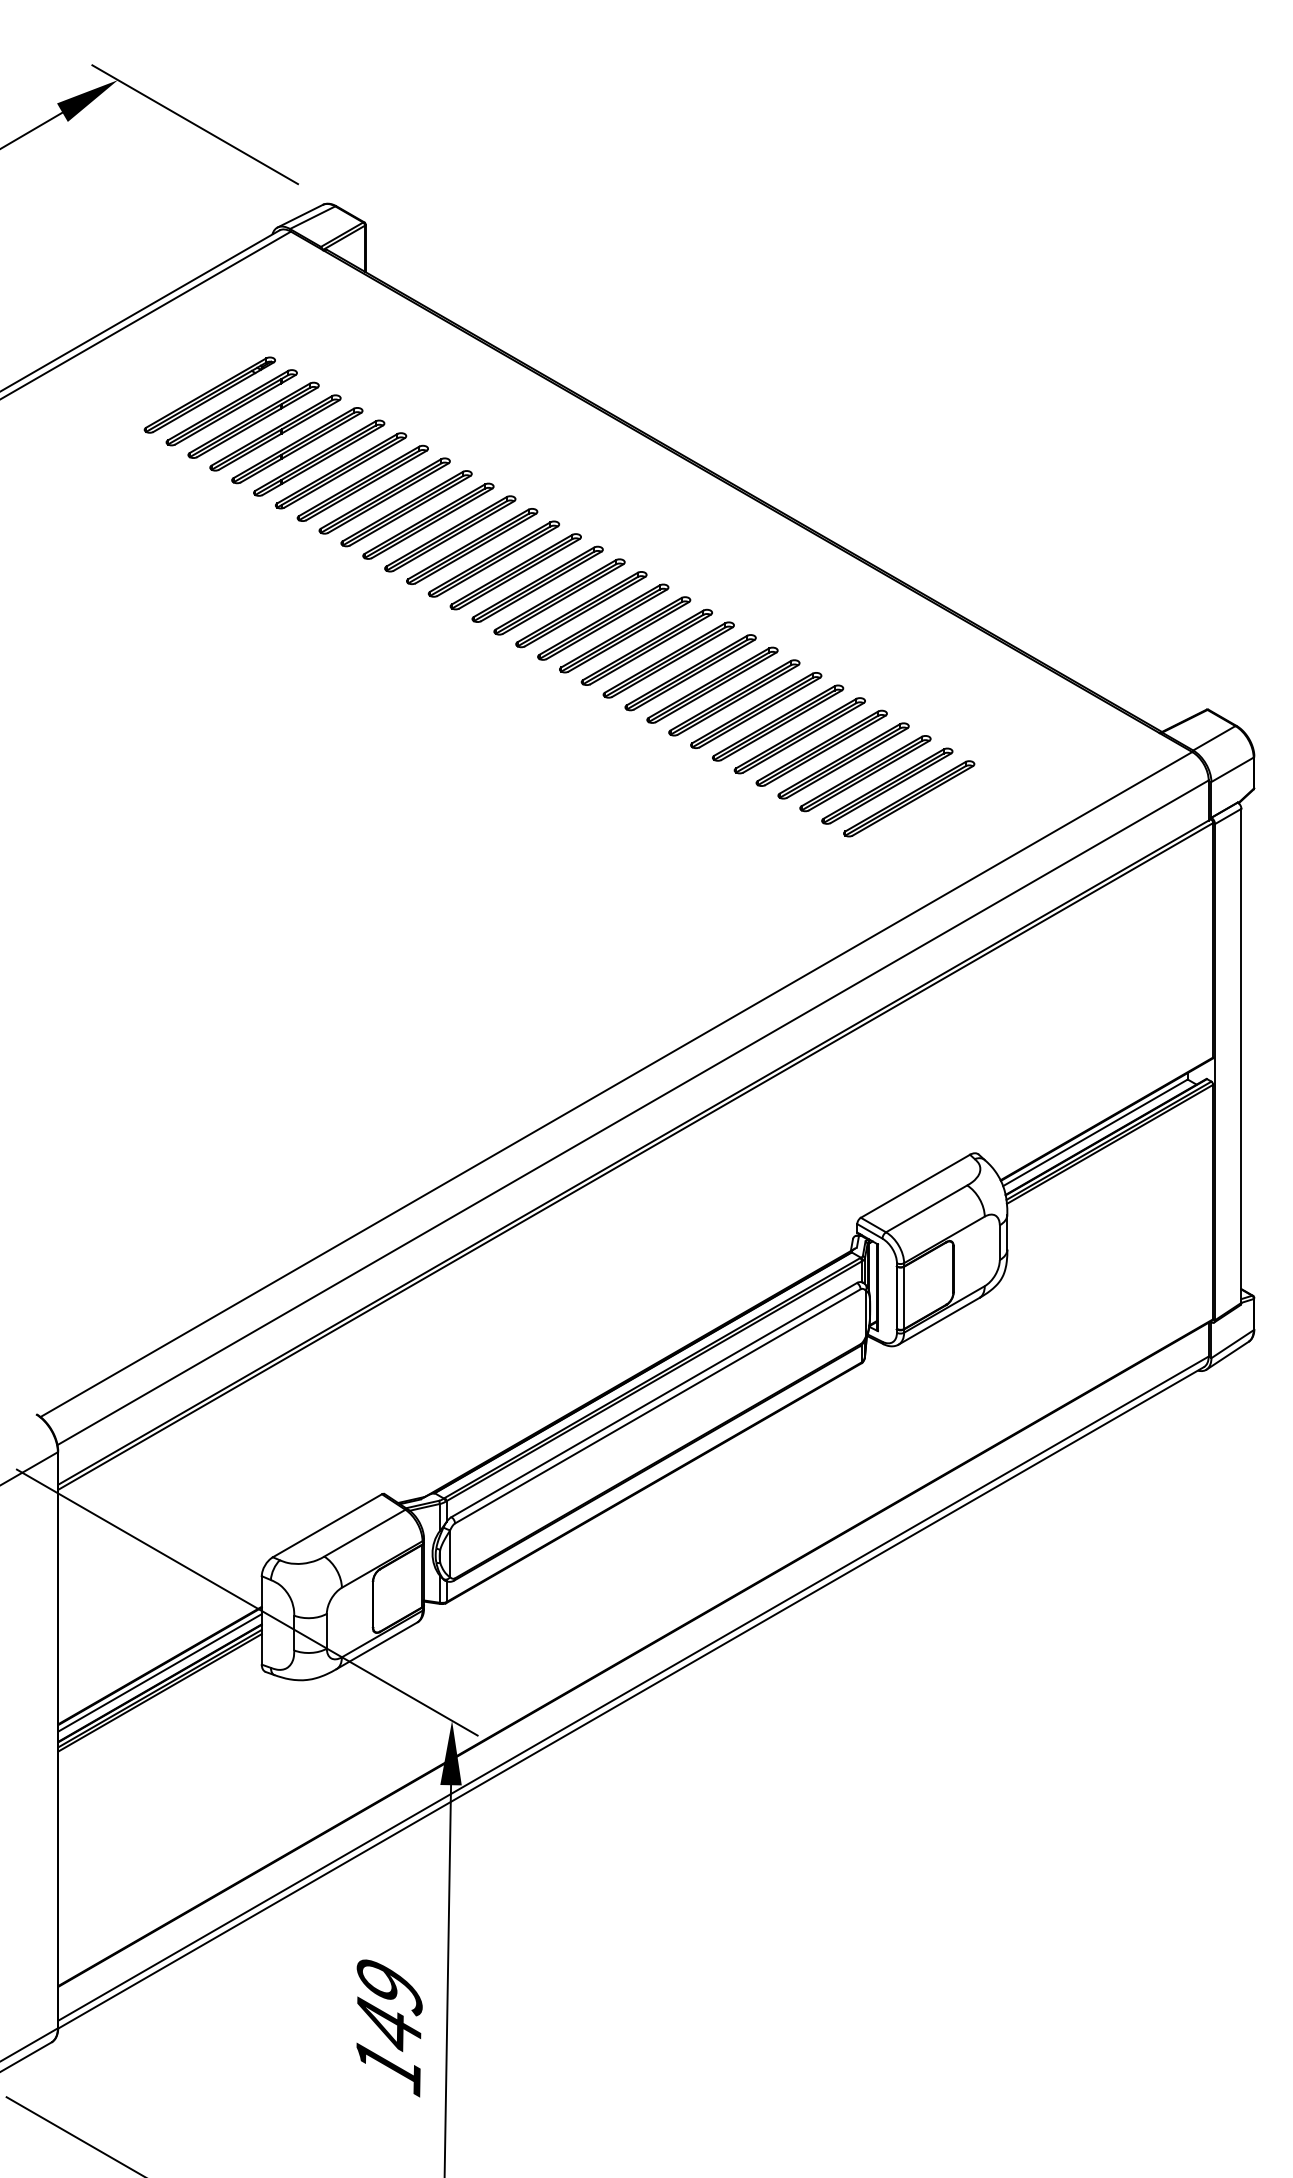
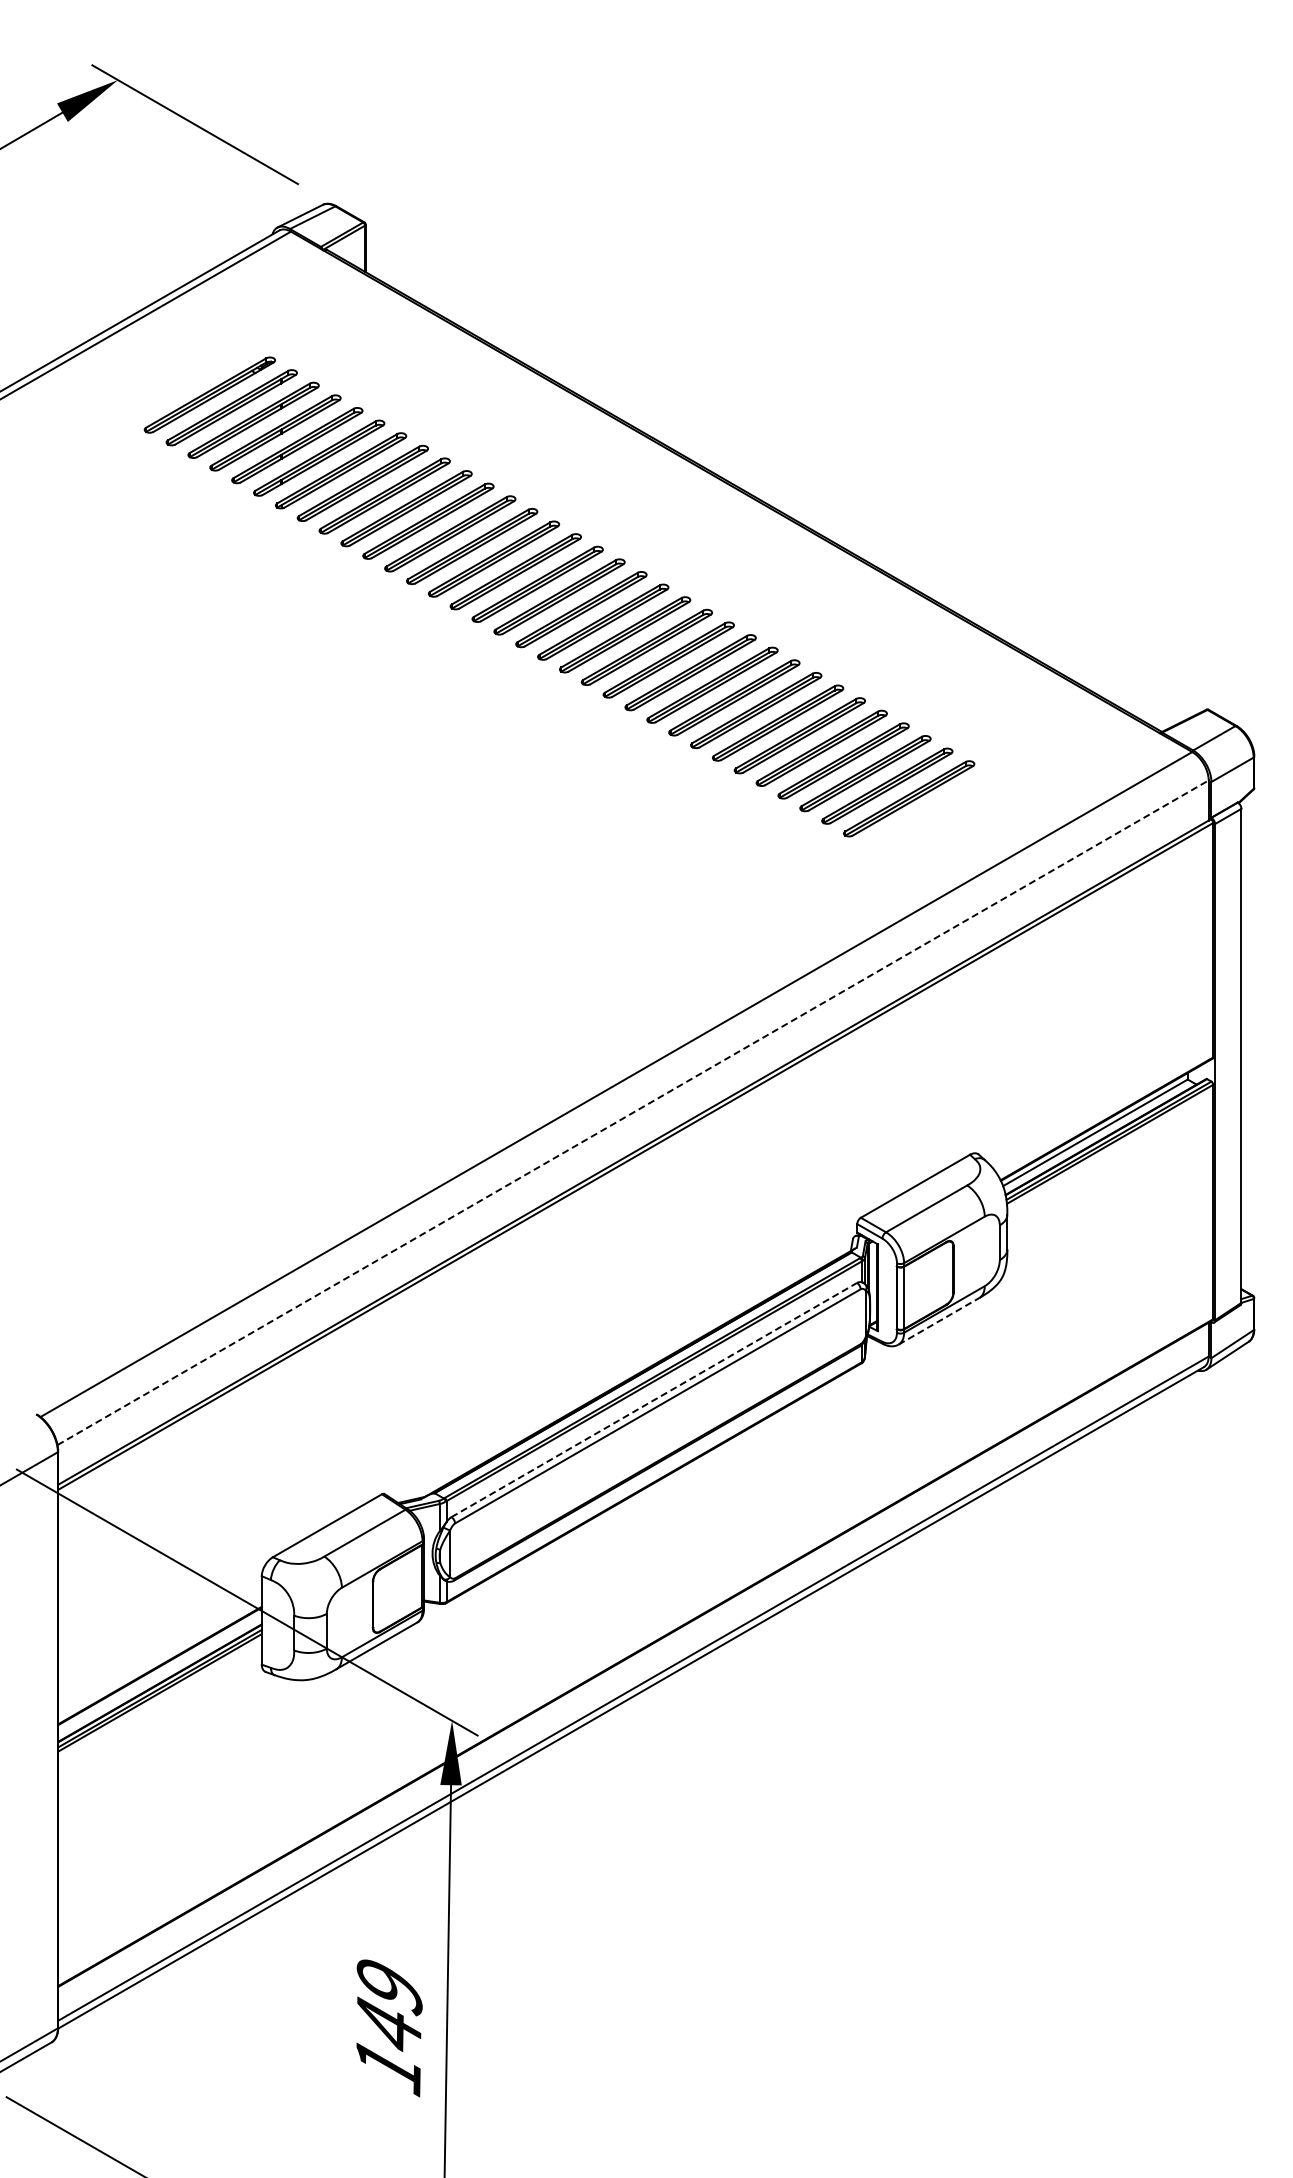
line at (633, 1112): solid -> dashed
line at (939, 1321): solid -> dashed
line at (654, 1399): solid -> dashed
line at (159, 1672): present -> none
